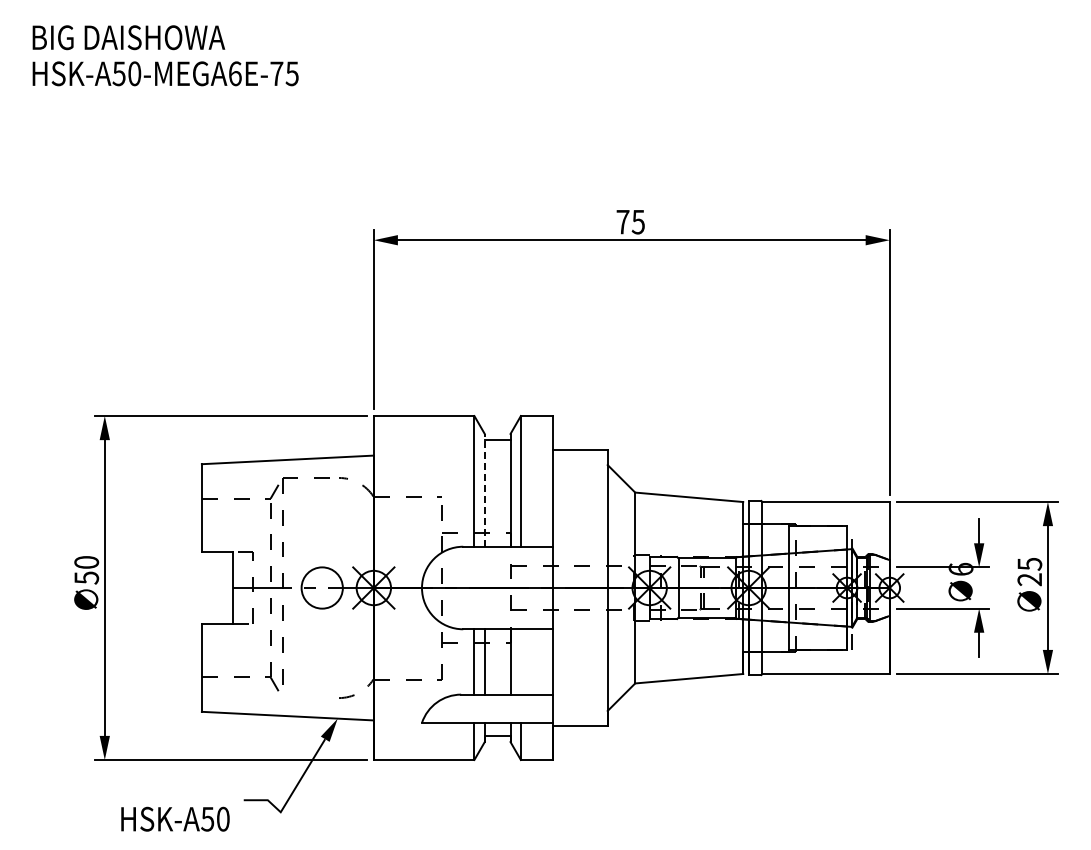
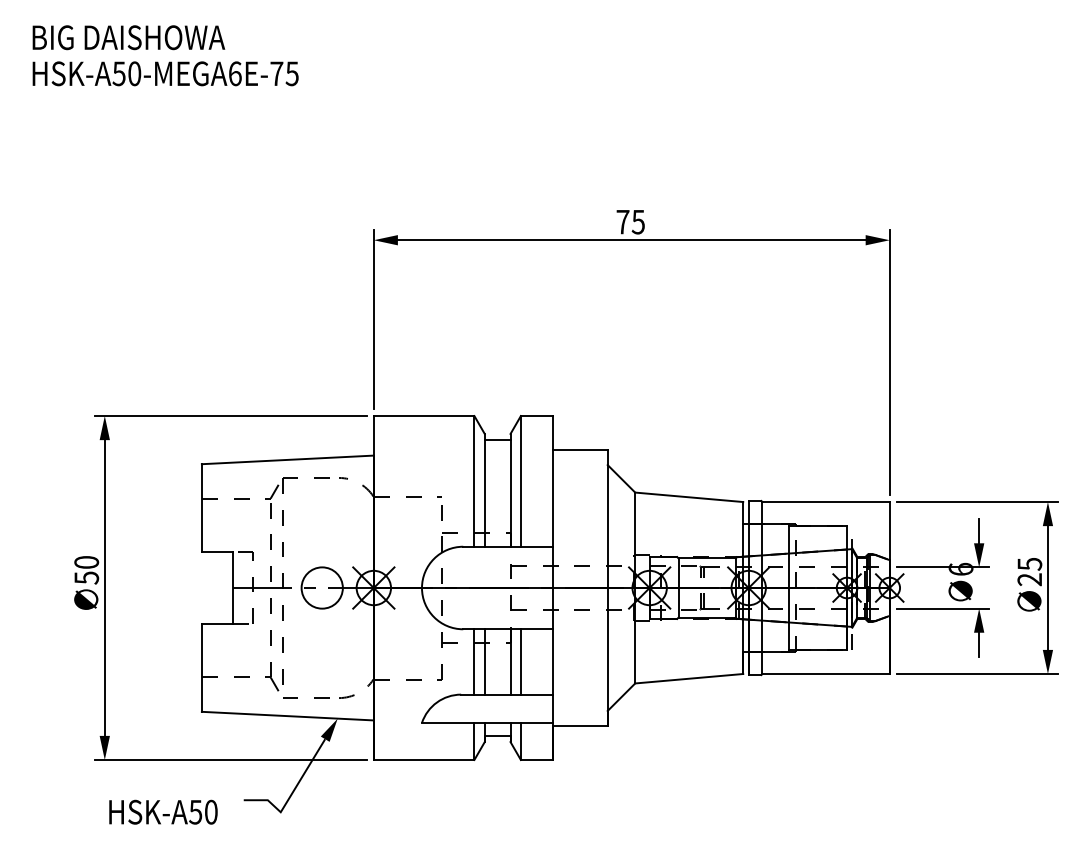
line at (484, 489): dashed -> solid
line at (520, 661): none -> present
line at (314, 697): none -> present
text at (175, 818) position: (175, 818) -> (163, 811)
